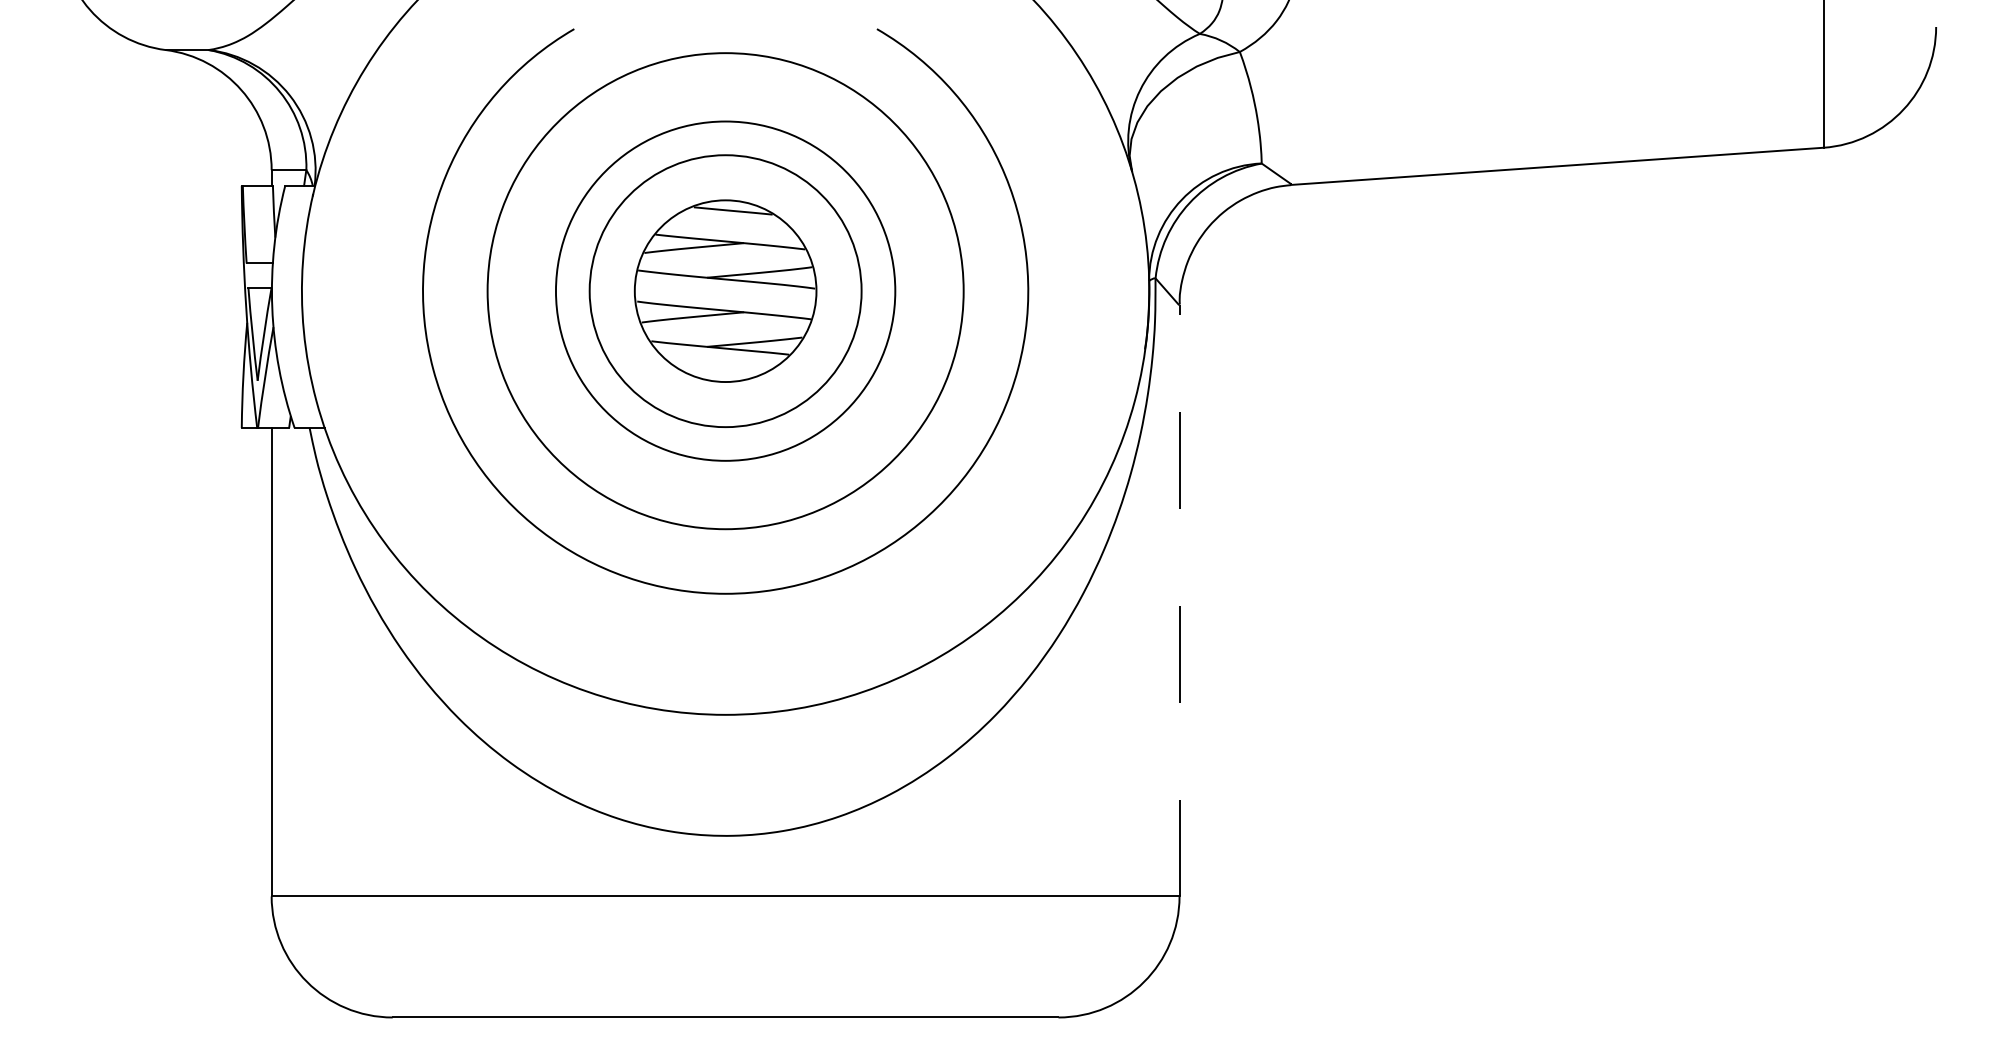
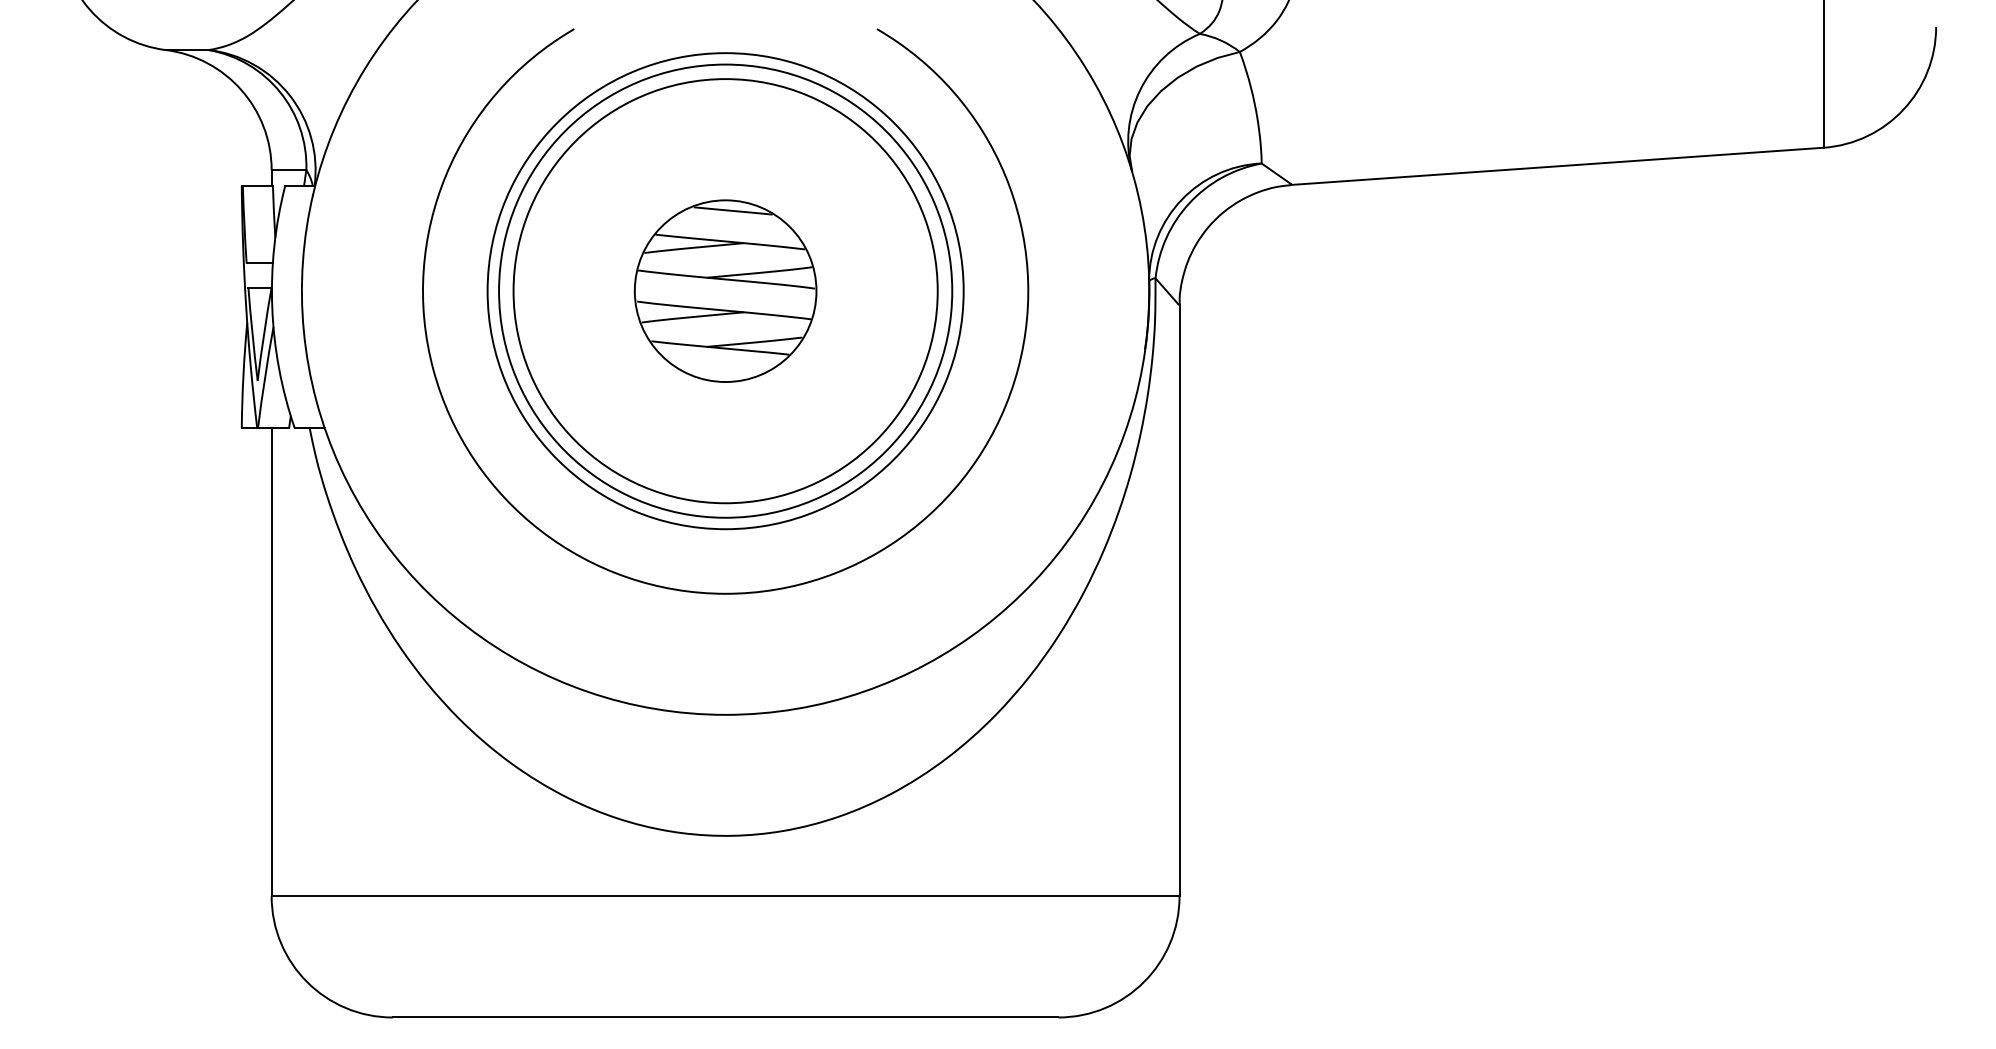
circle at (725, 290) diameter: 339 px -> 424 px
circle at (725, 291) diameter: 272 px -> 453 px
line at (1179, 600): dashed -> solid
